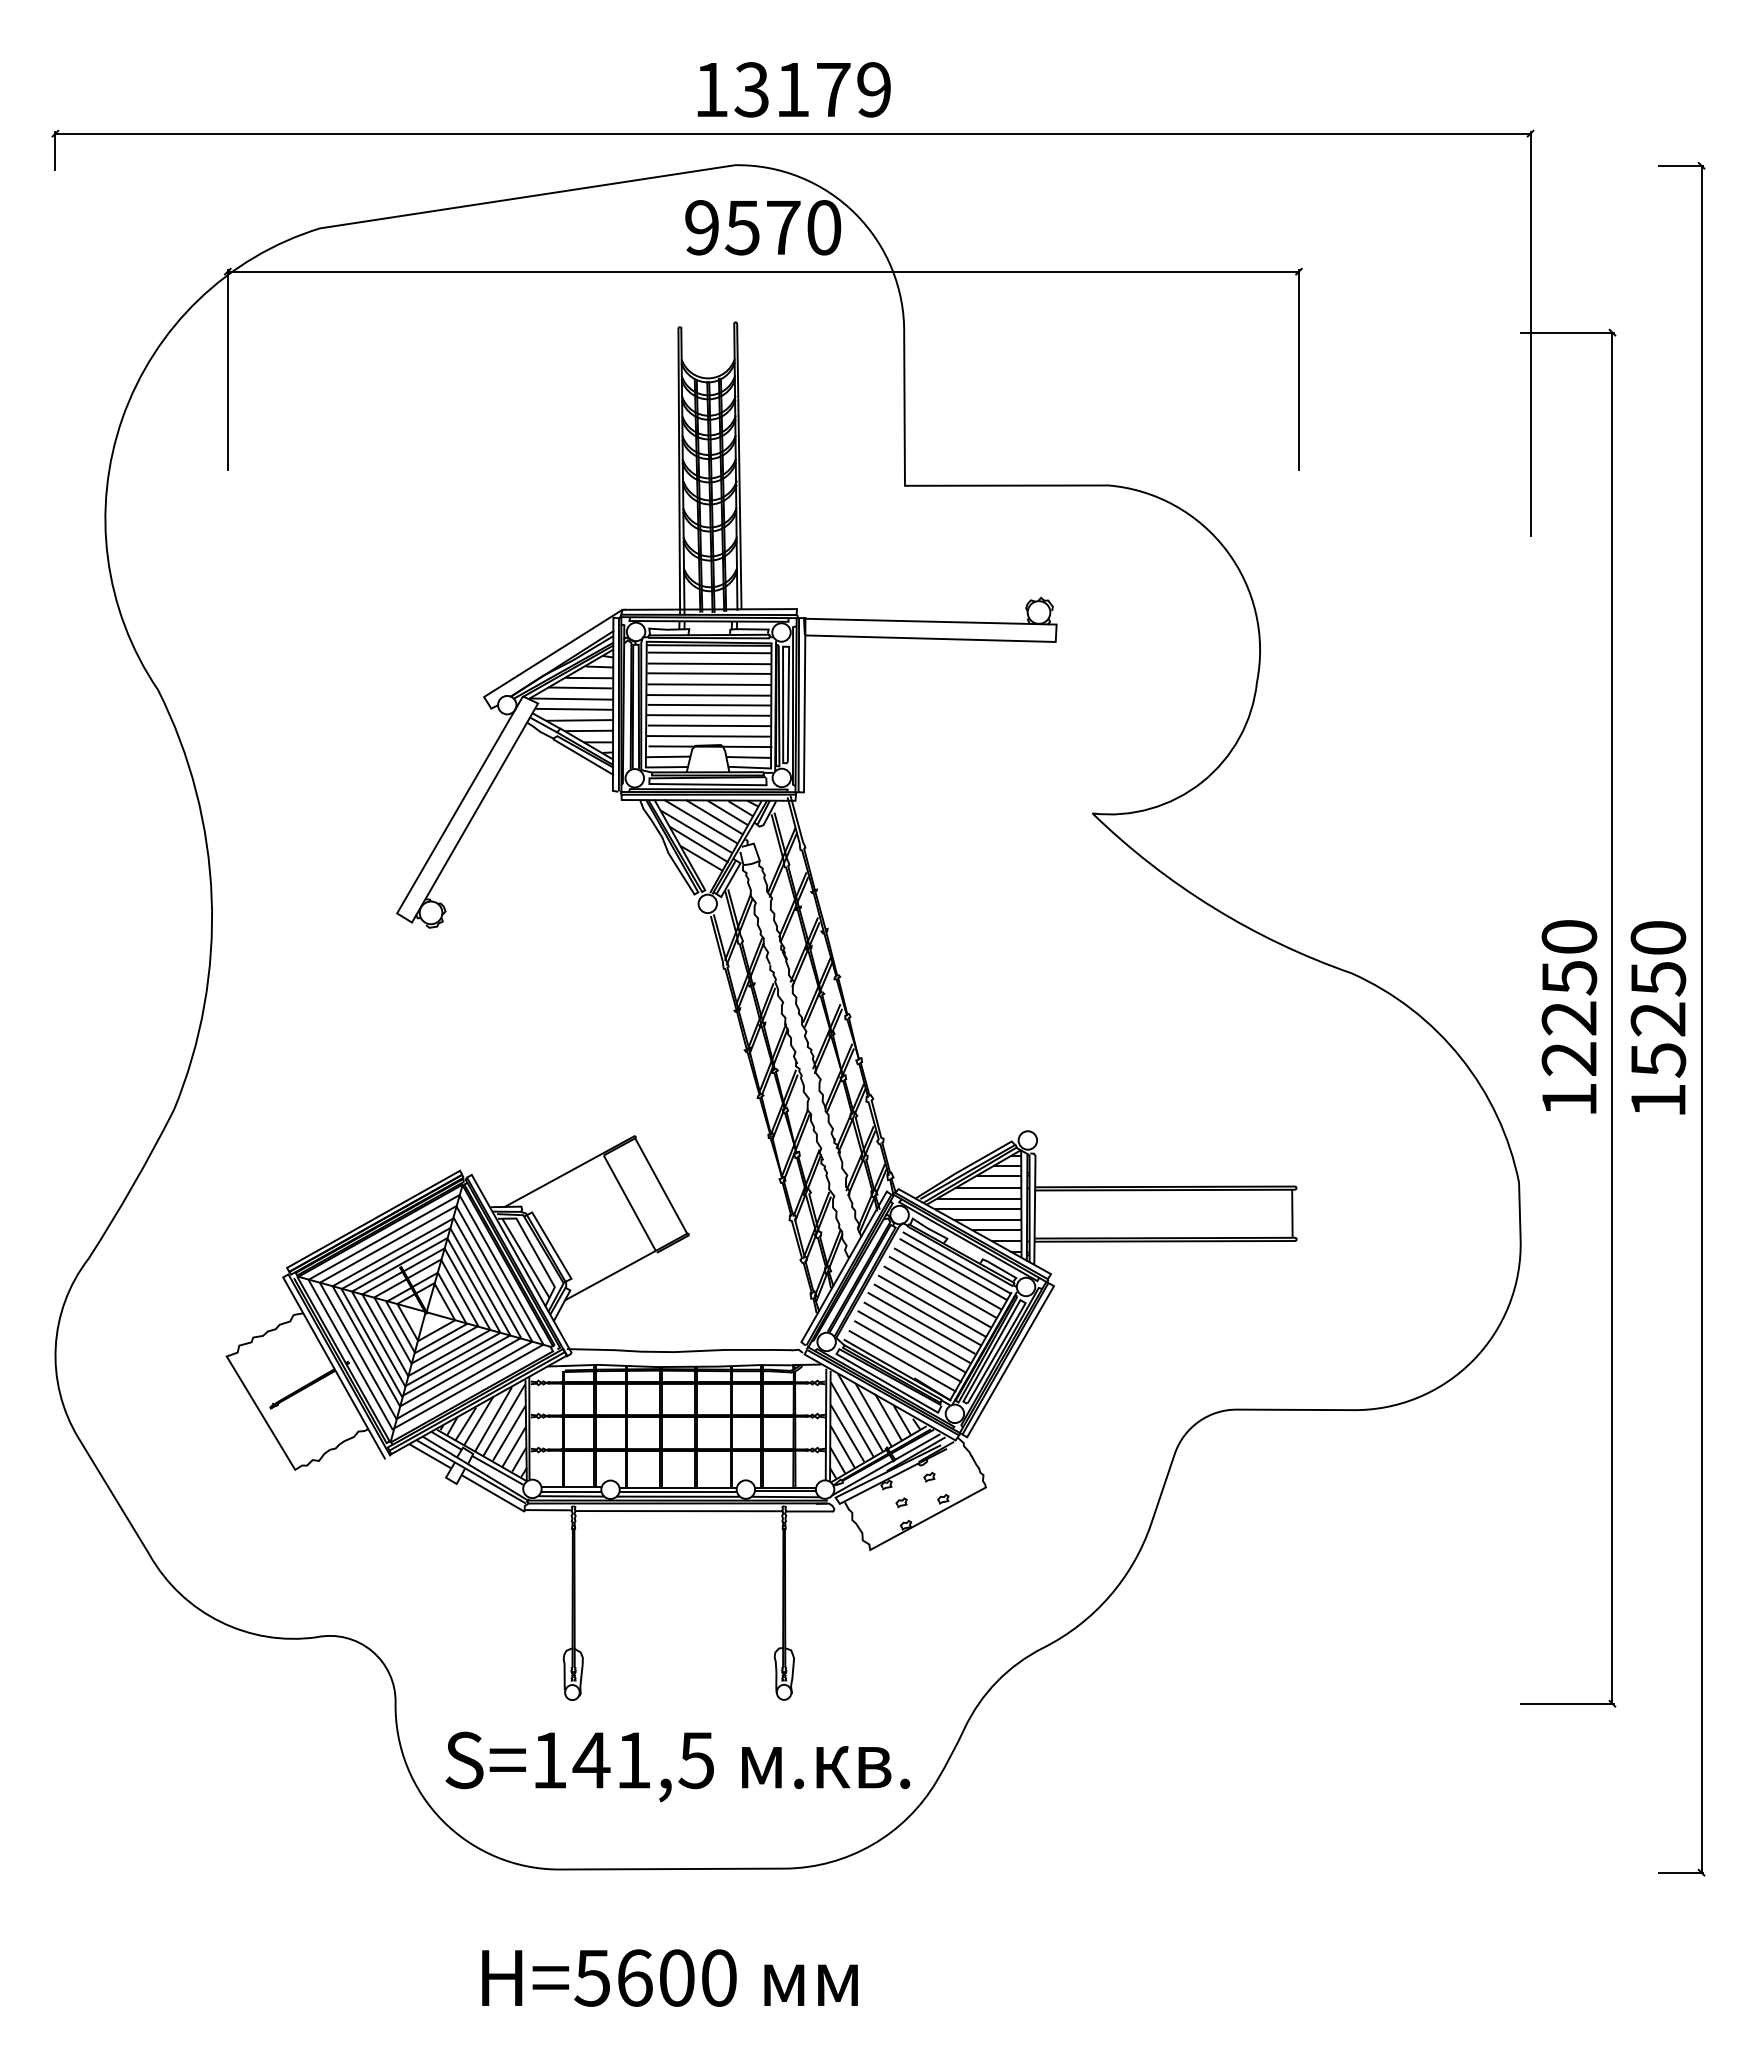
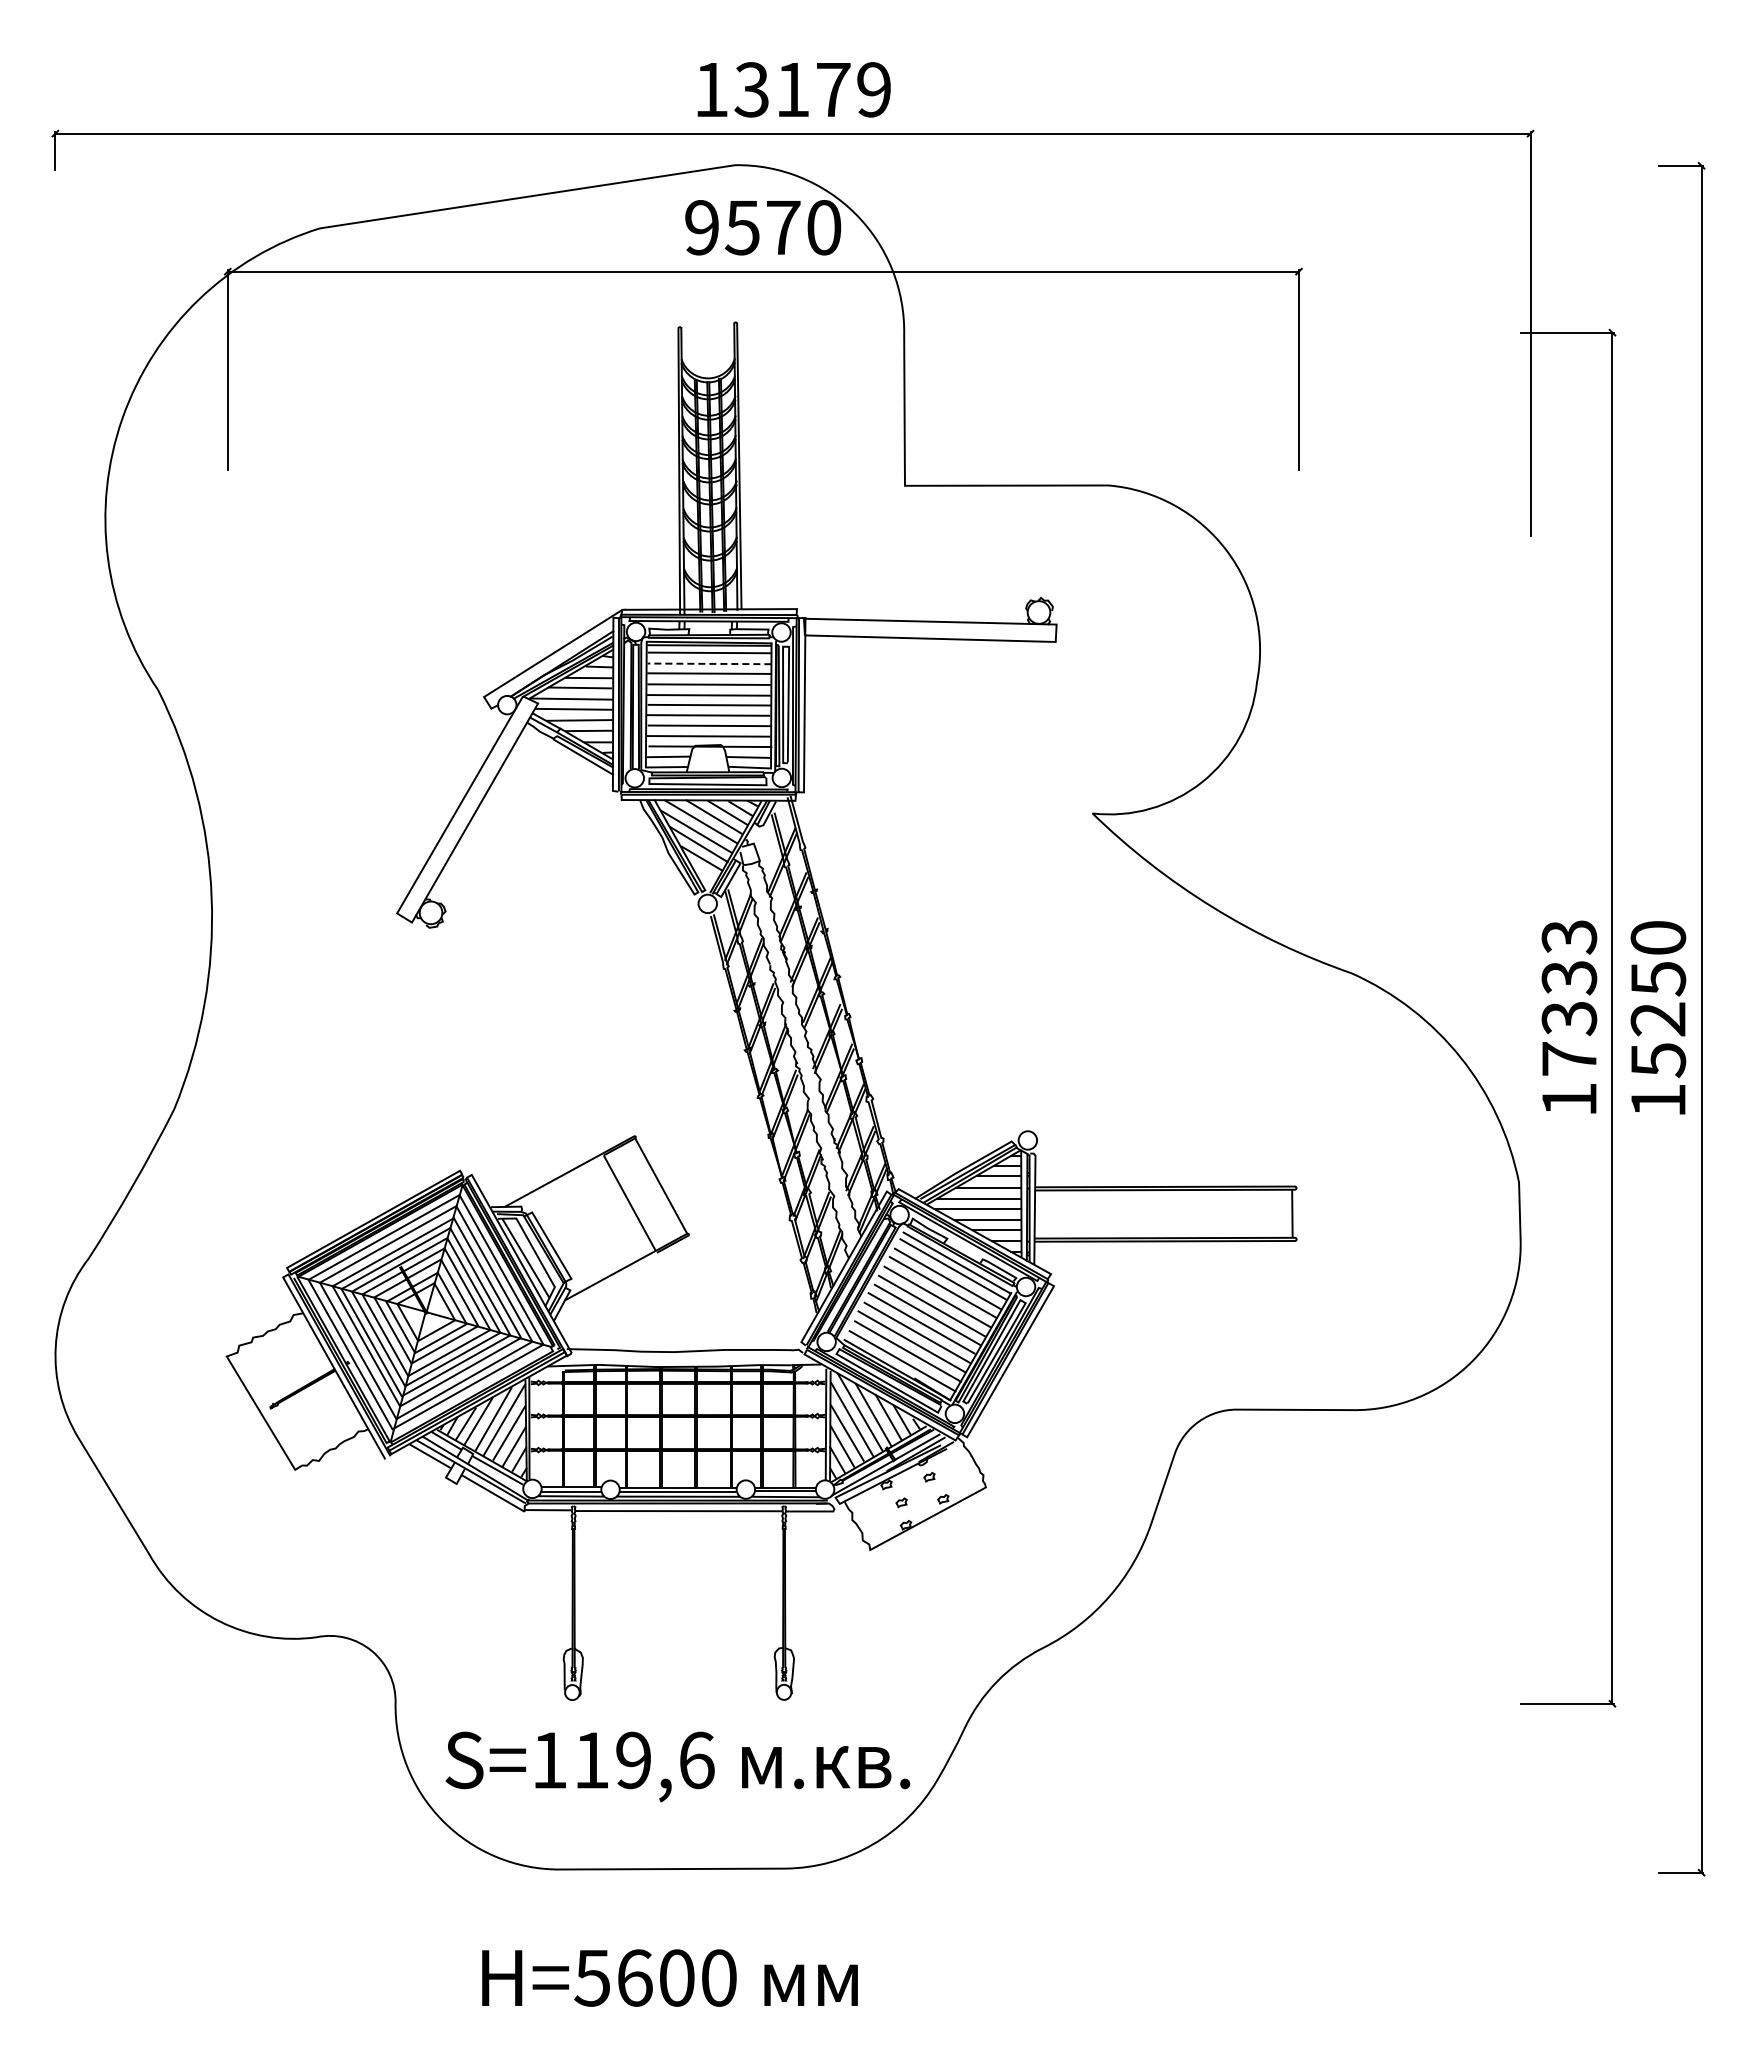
line at (709, 663): solid -> dashed
text at (1569, 998): 12250 -> 17333
text at (643, 1760): S=141,5 -> S=119,6
